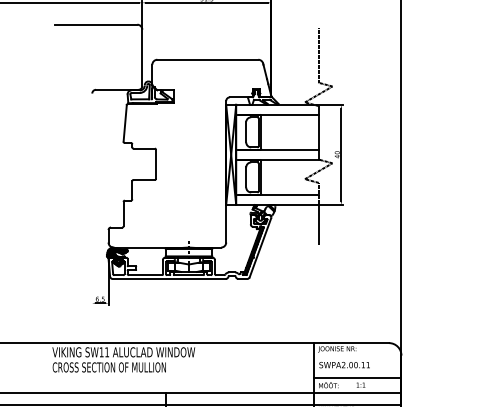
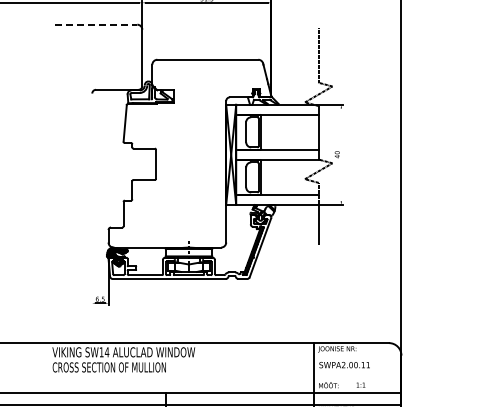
line at (96, 24): solid -> dashed
line at (341, 154): present -> none
text at (106, 352): SW11 -> SW14
line at (357, 378): present -> none
